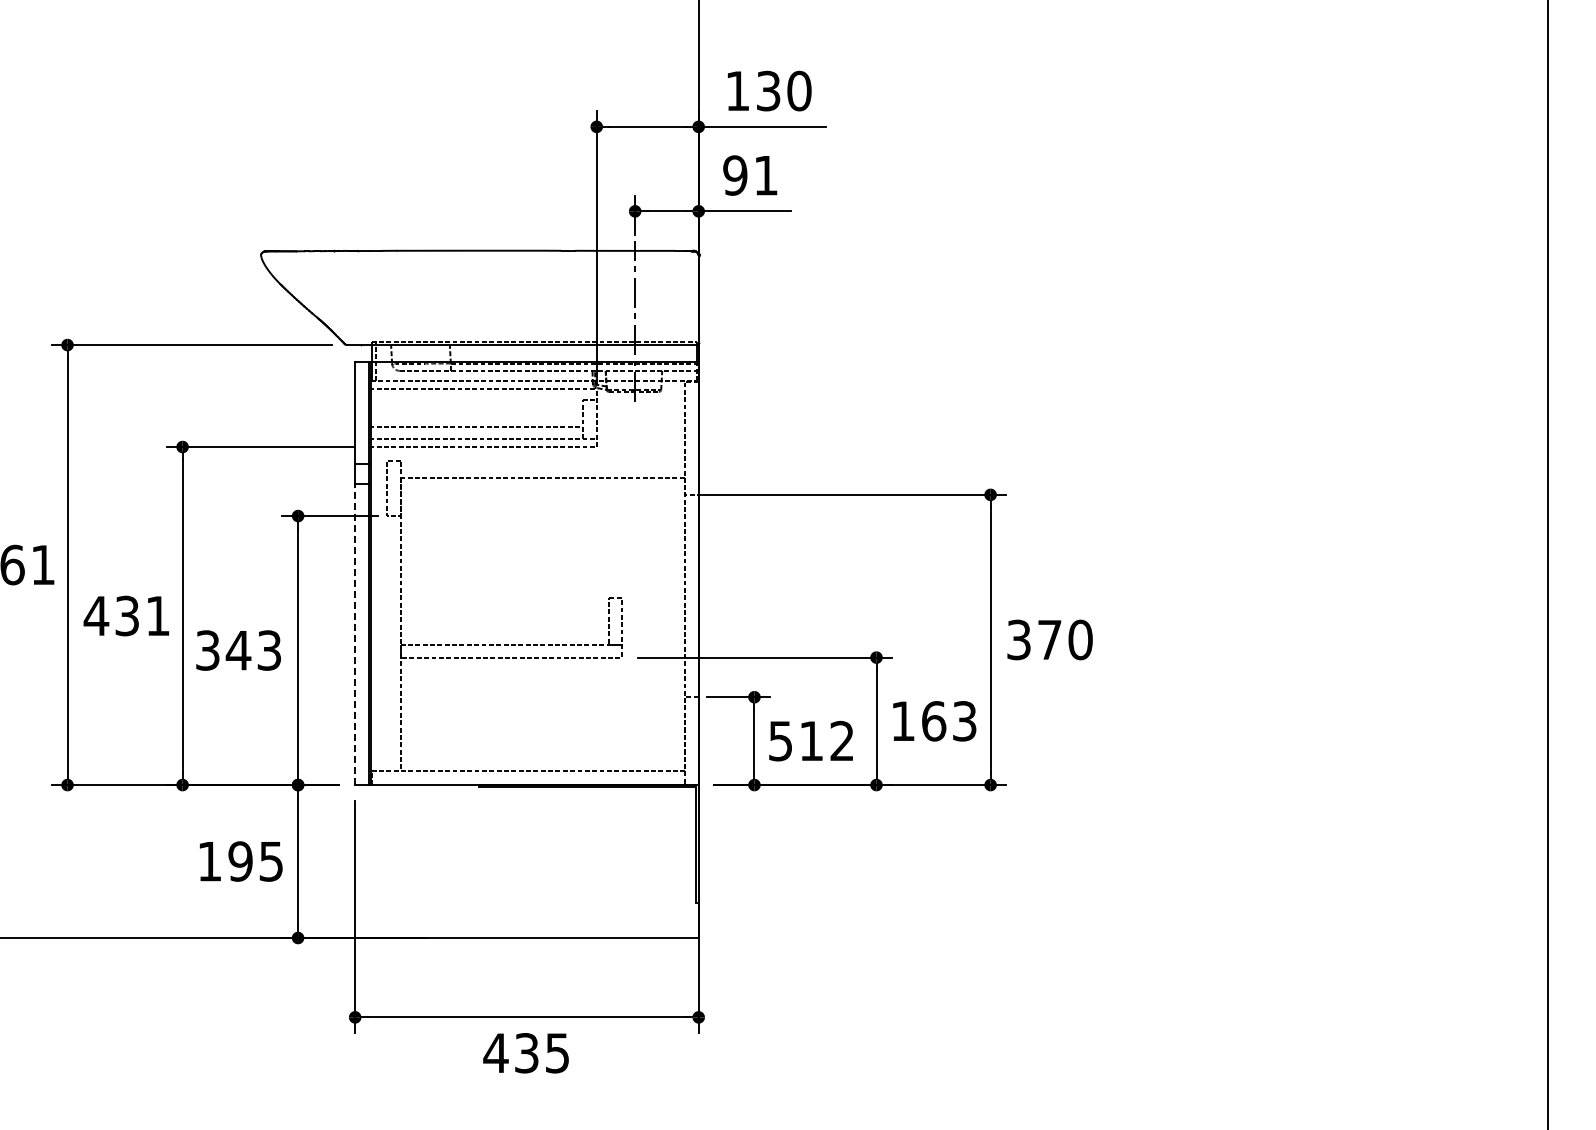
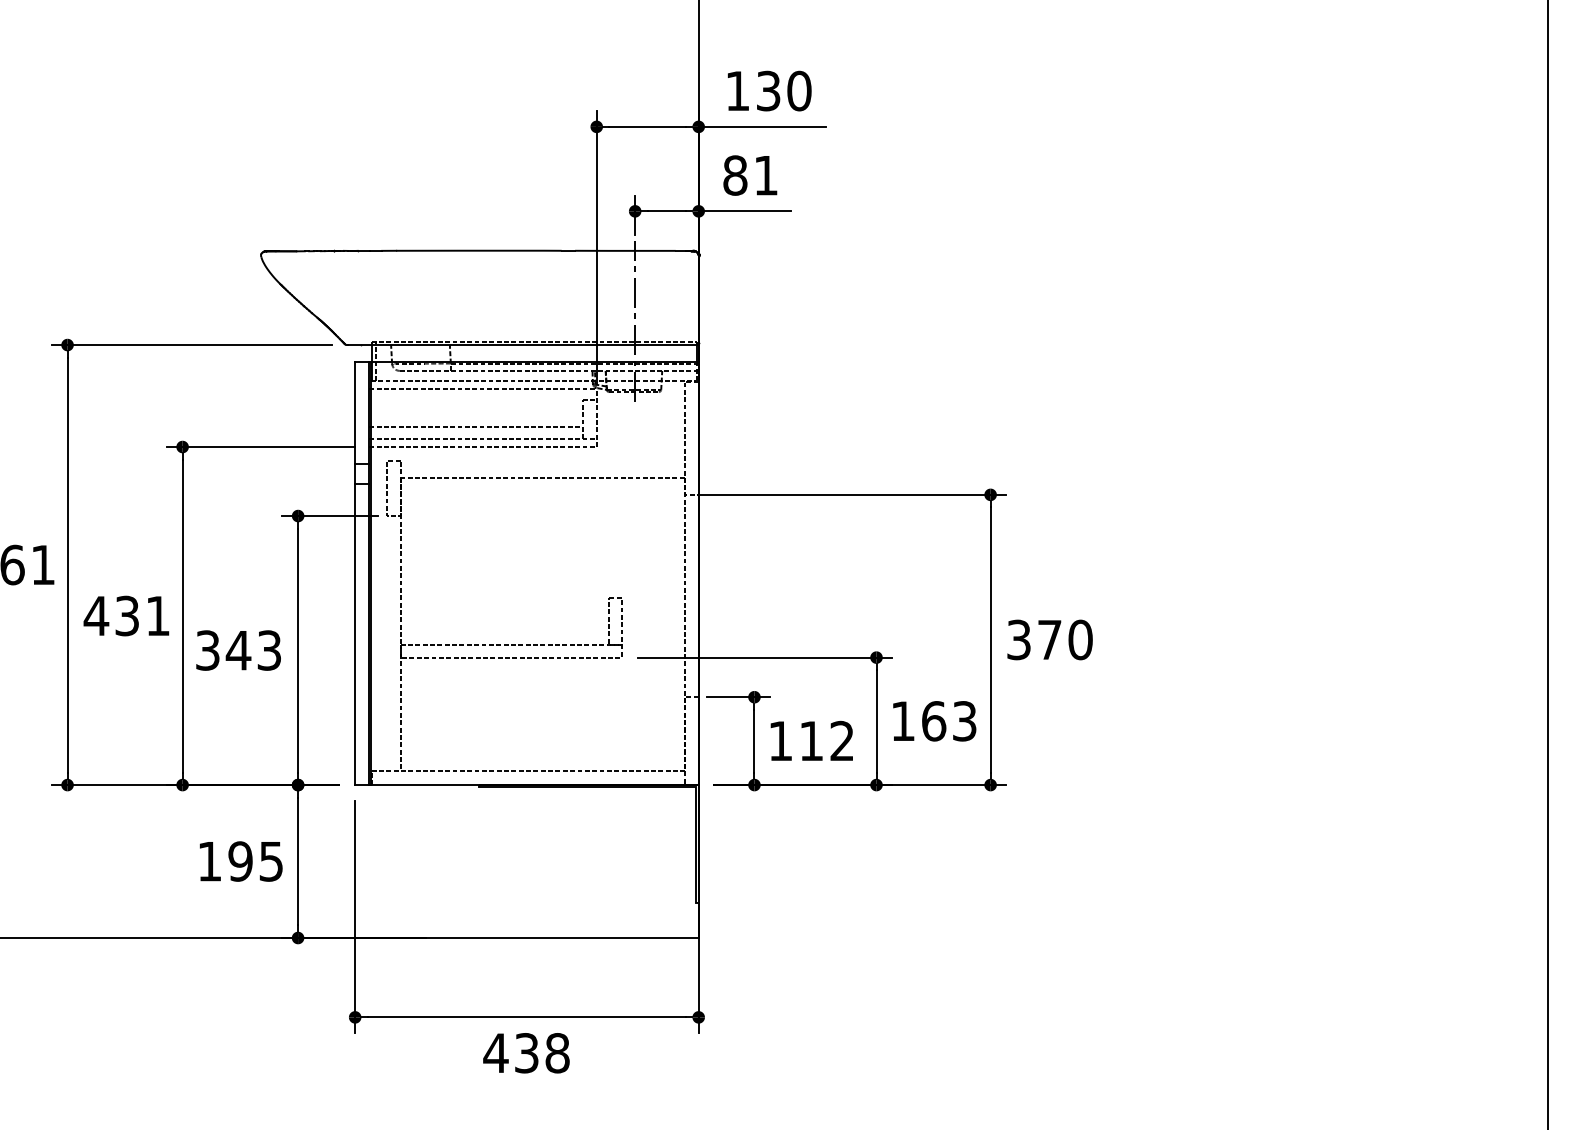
text at (735, 175): 91 -> 81
line at (355, 634): dashed -> solid
text at (780, 741): 512 -> 112
text at (557, 1053): 435 -> 438
